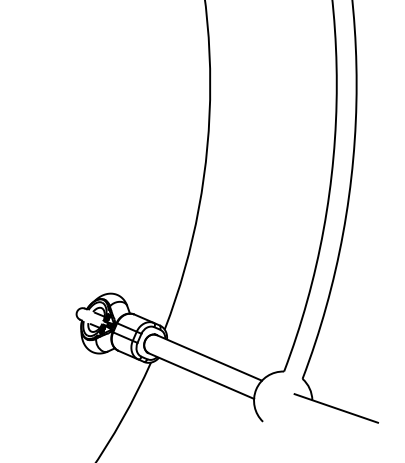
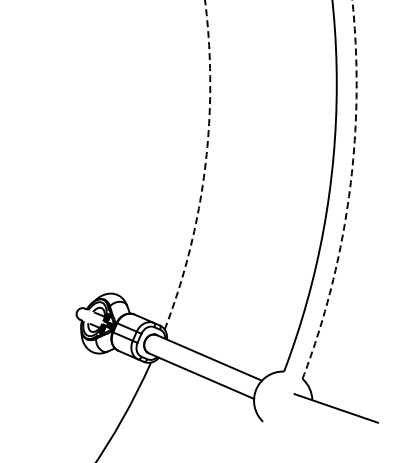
arc at (205, 166): solid -> dashed
arc at (349, 192): solid -> dashed
